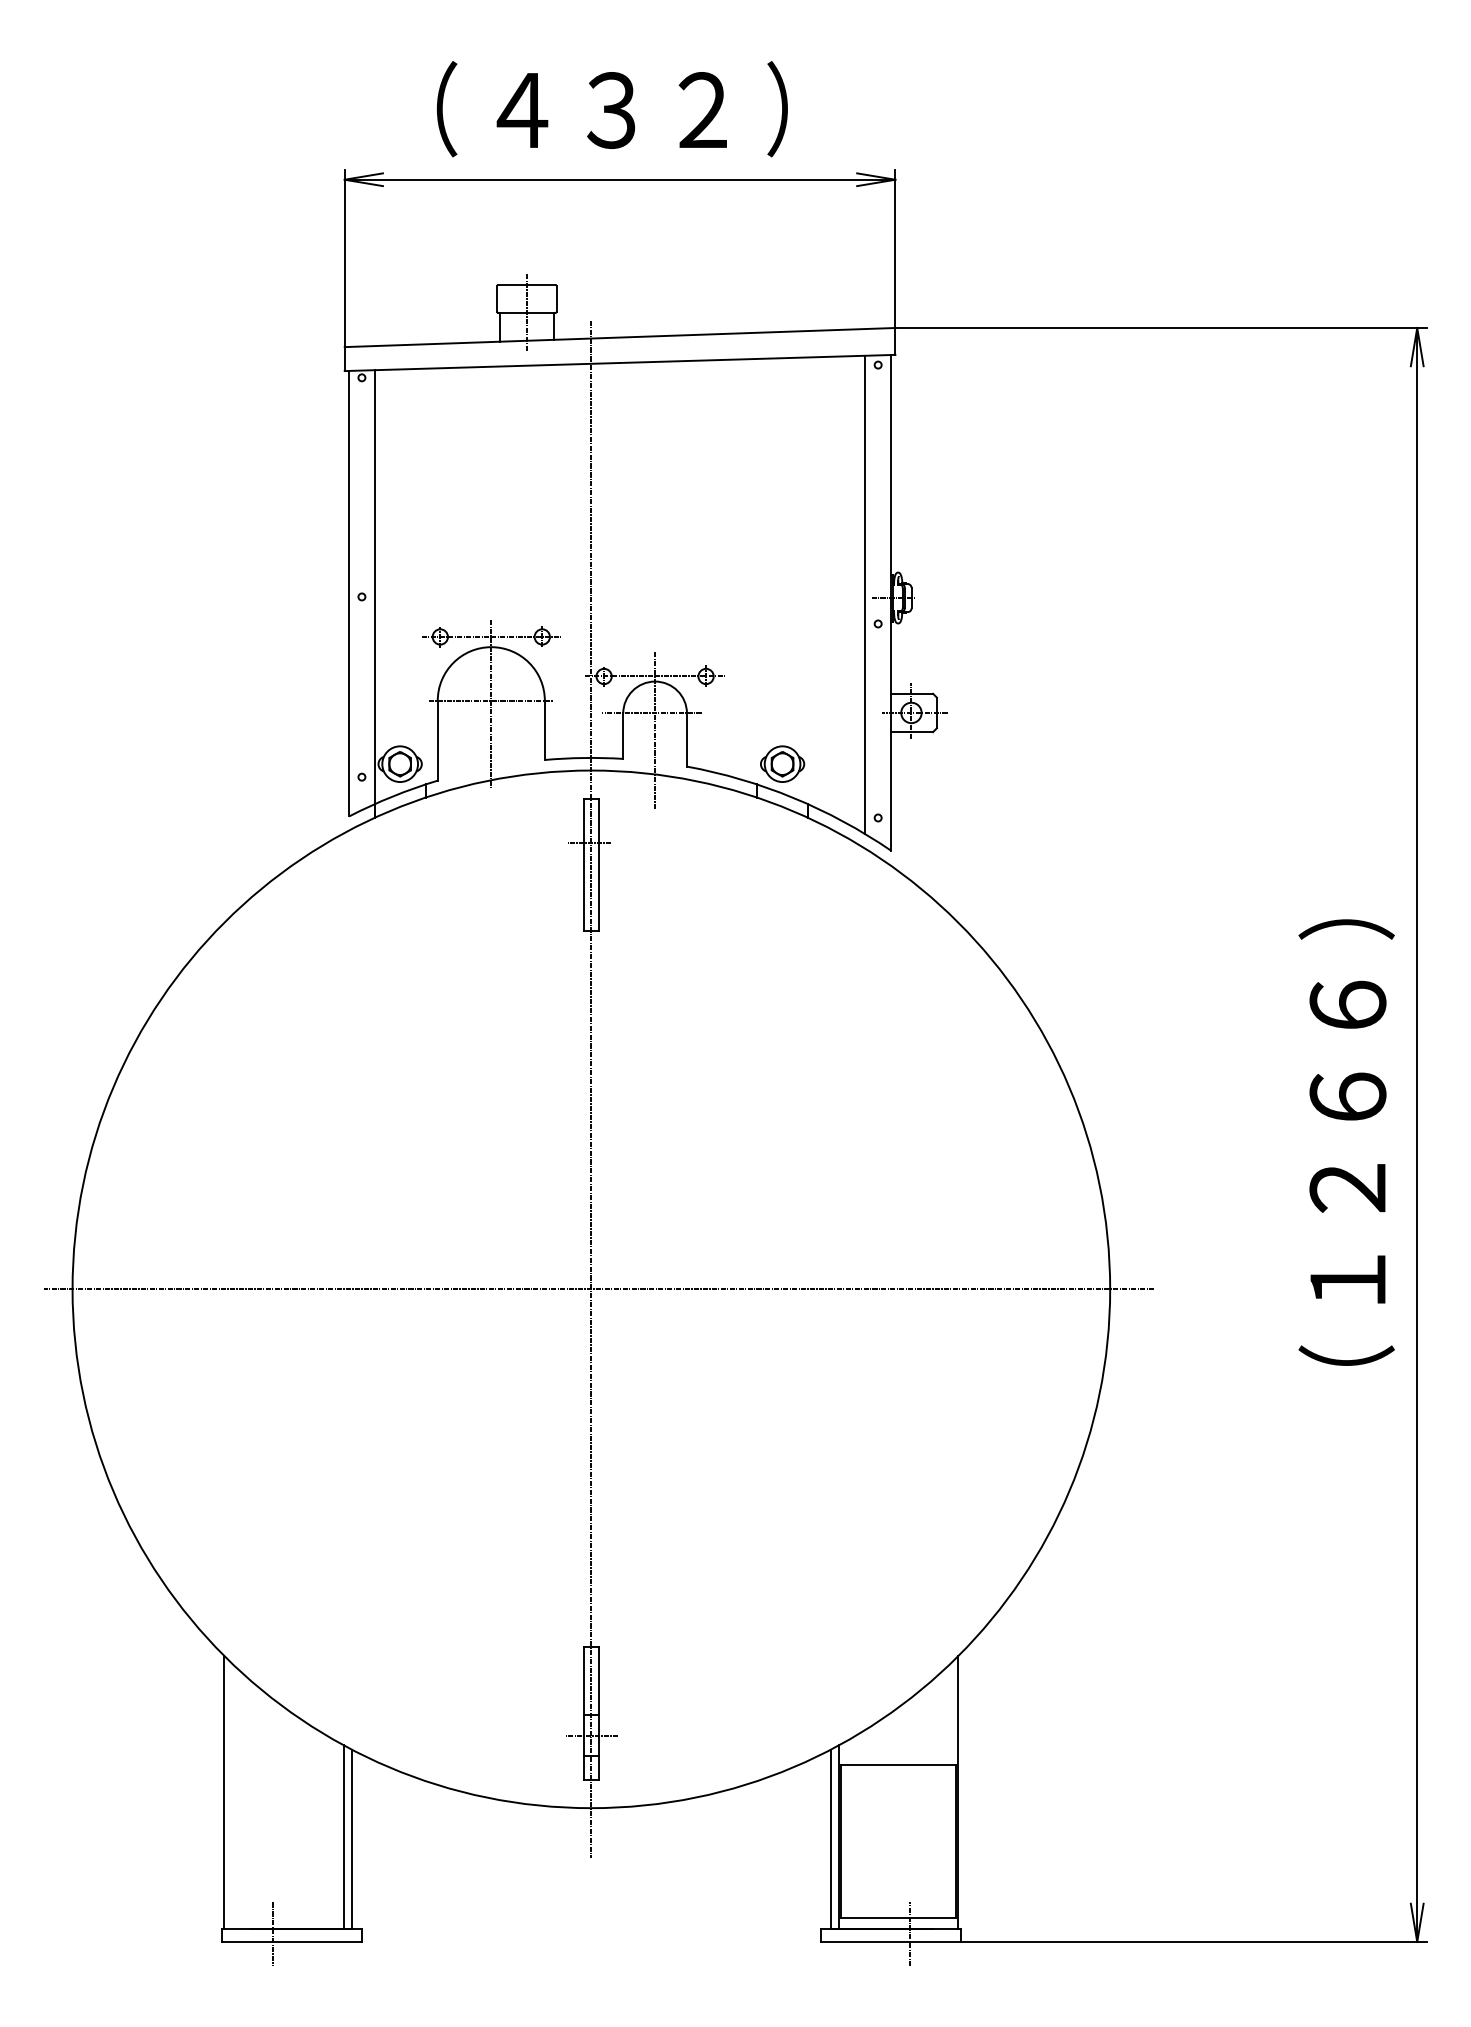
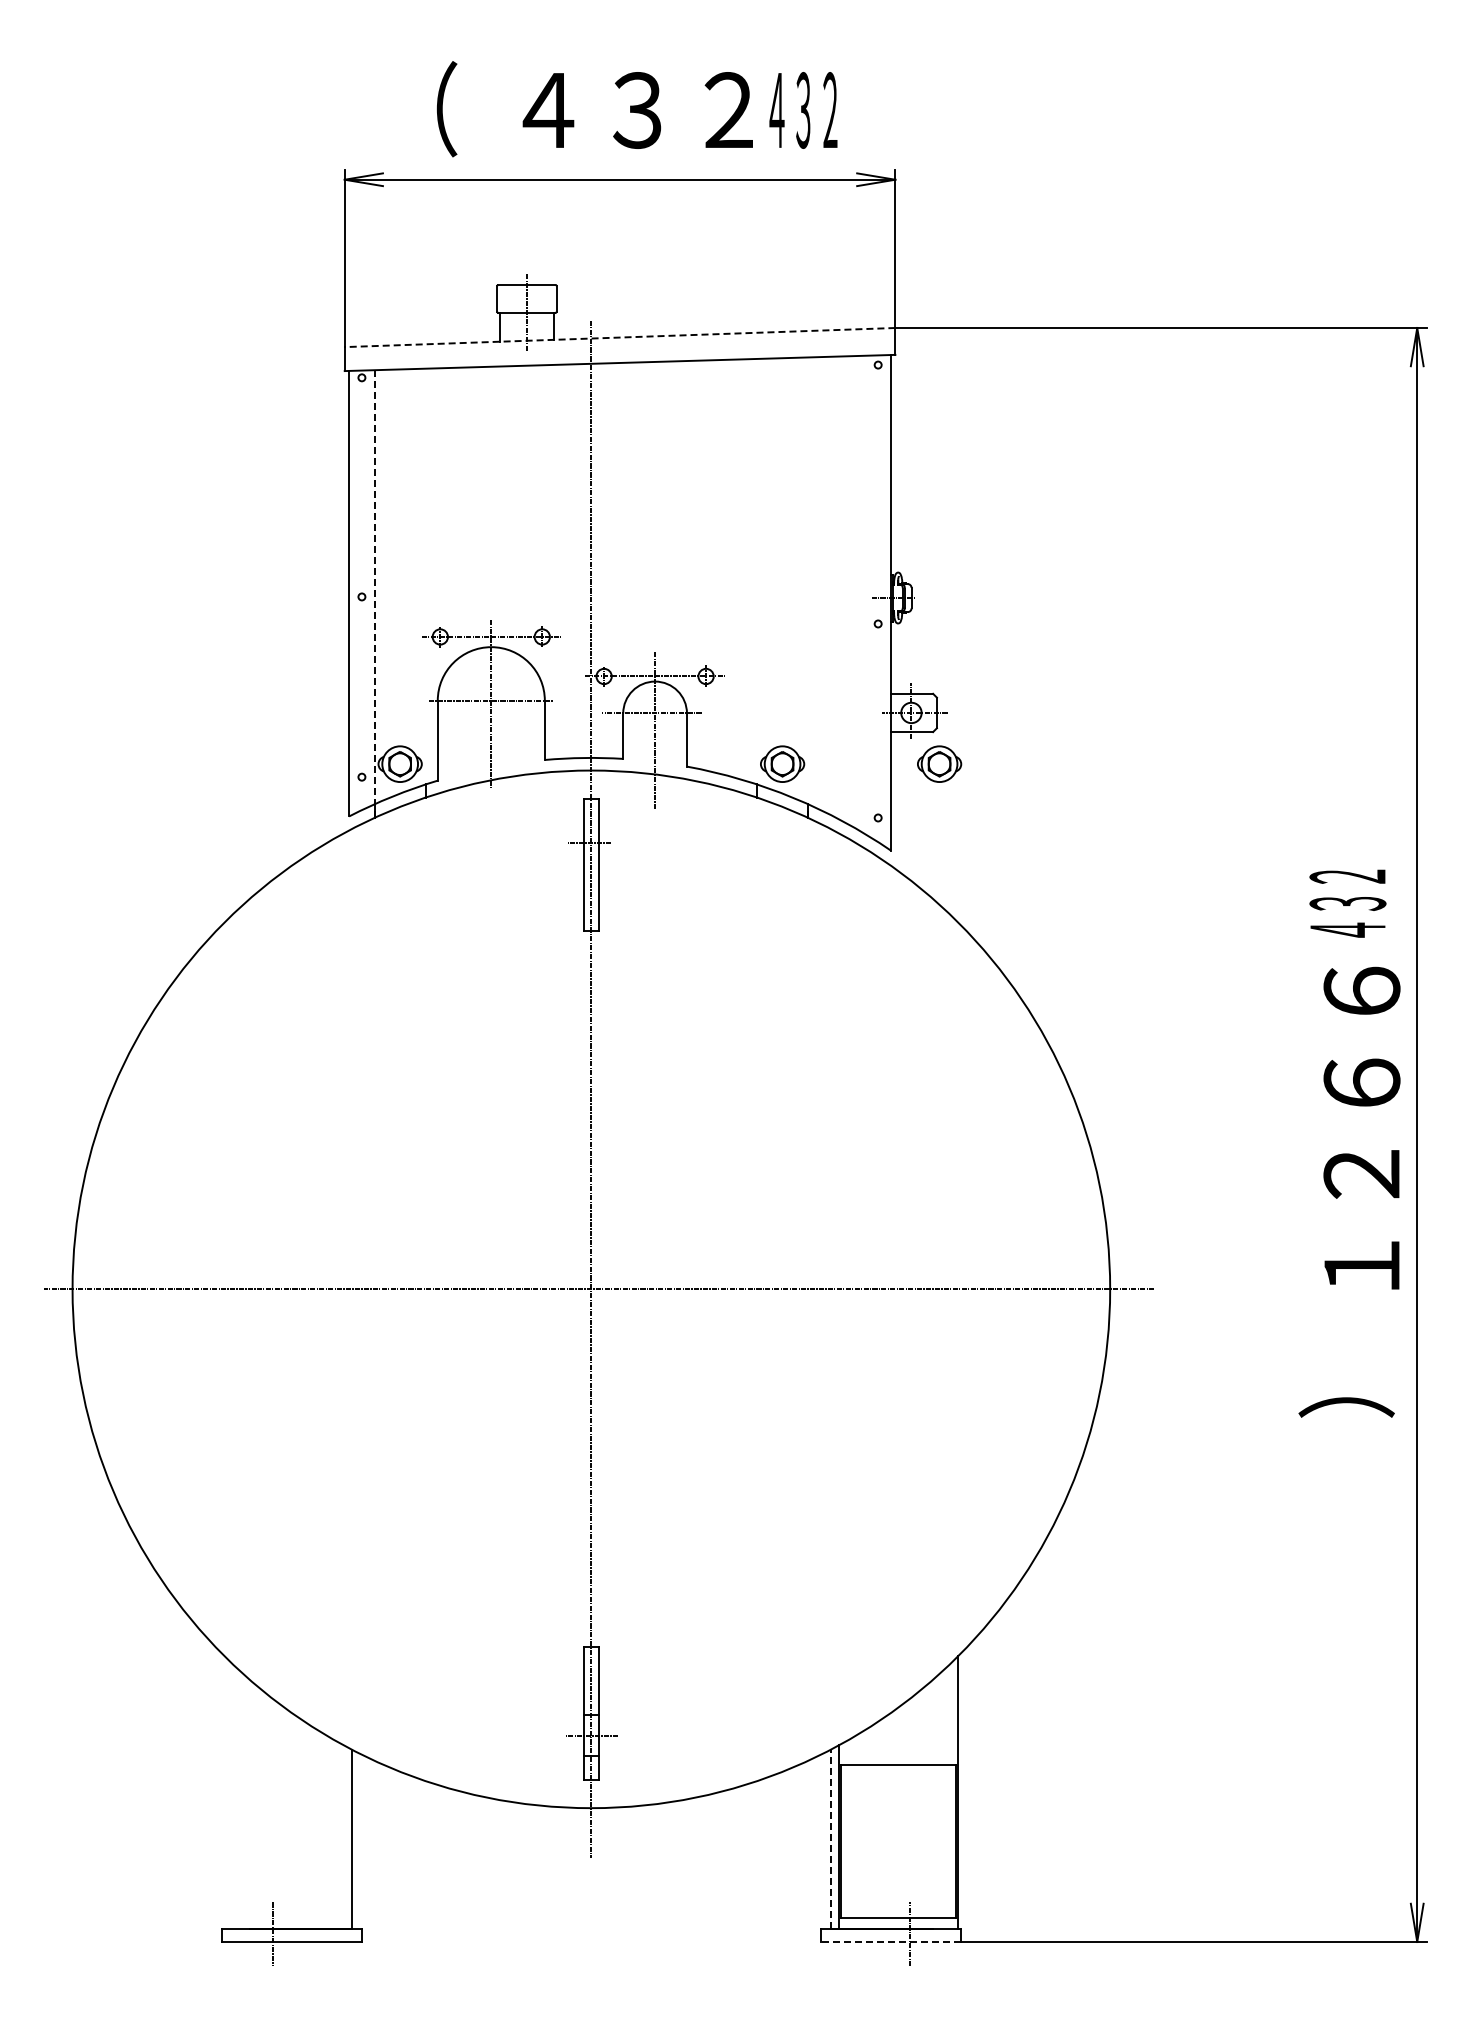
text at (802, 109): ） -> ４３２
text at (611, 110) position: (611, 110) -> (637, 110)
line at (619, 337): solid -> dashed
line at (374, 587): solid -> dashed
line at (865, 594): present -> none
part at (939, 763): none -> present
text at (1346, 904): ） -> ４３２
text at (1347, 1141) position: (1347, 1141) -> (1361, 1127)
text at (1346, 1381): （ -> ）
line at (224, 1792): present -> none
line at (344, 1837): present -> none
line at (831, 1839): solid -> dashed
line at (890, 1942): solid -> dashed
